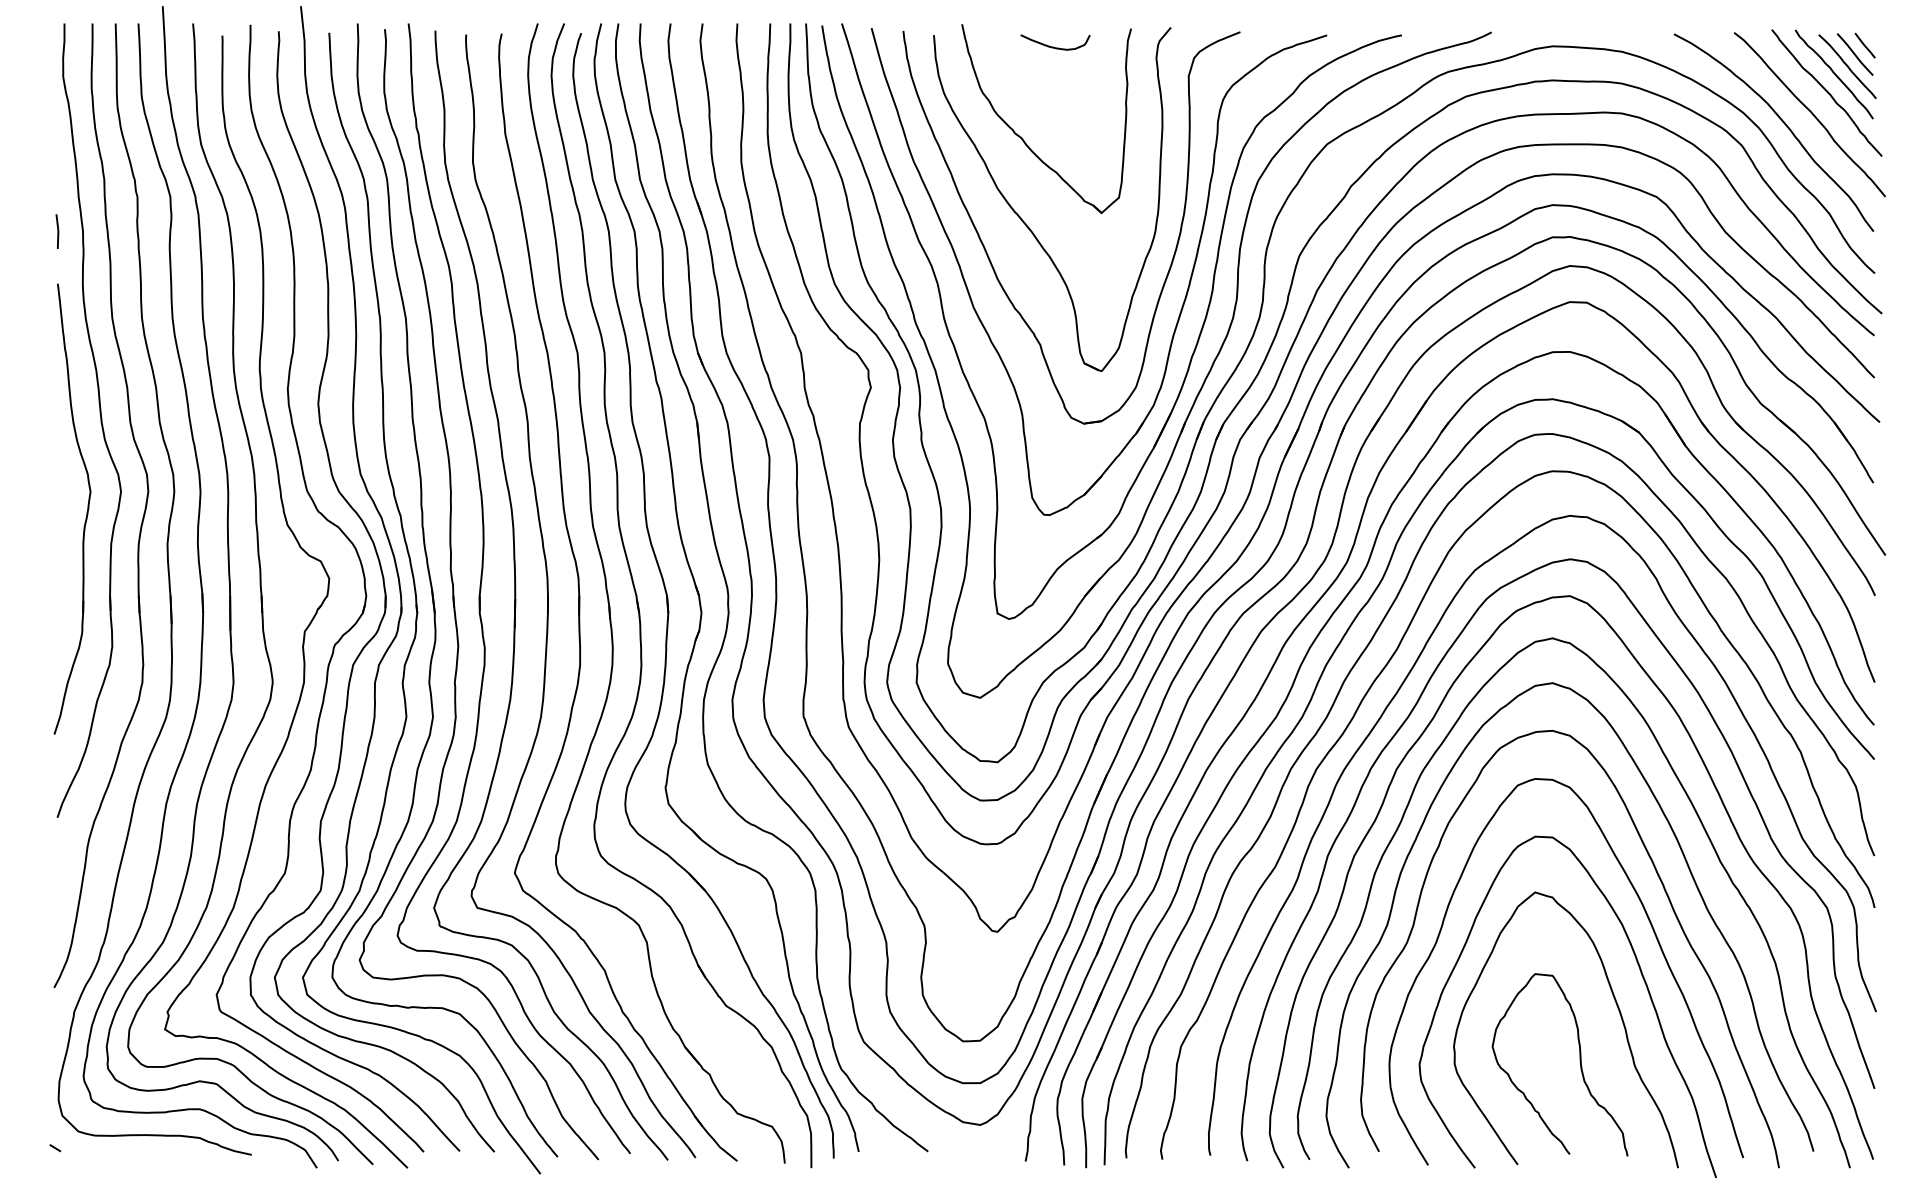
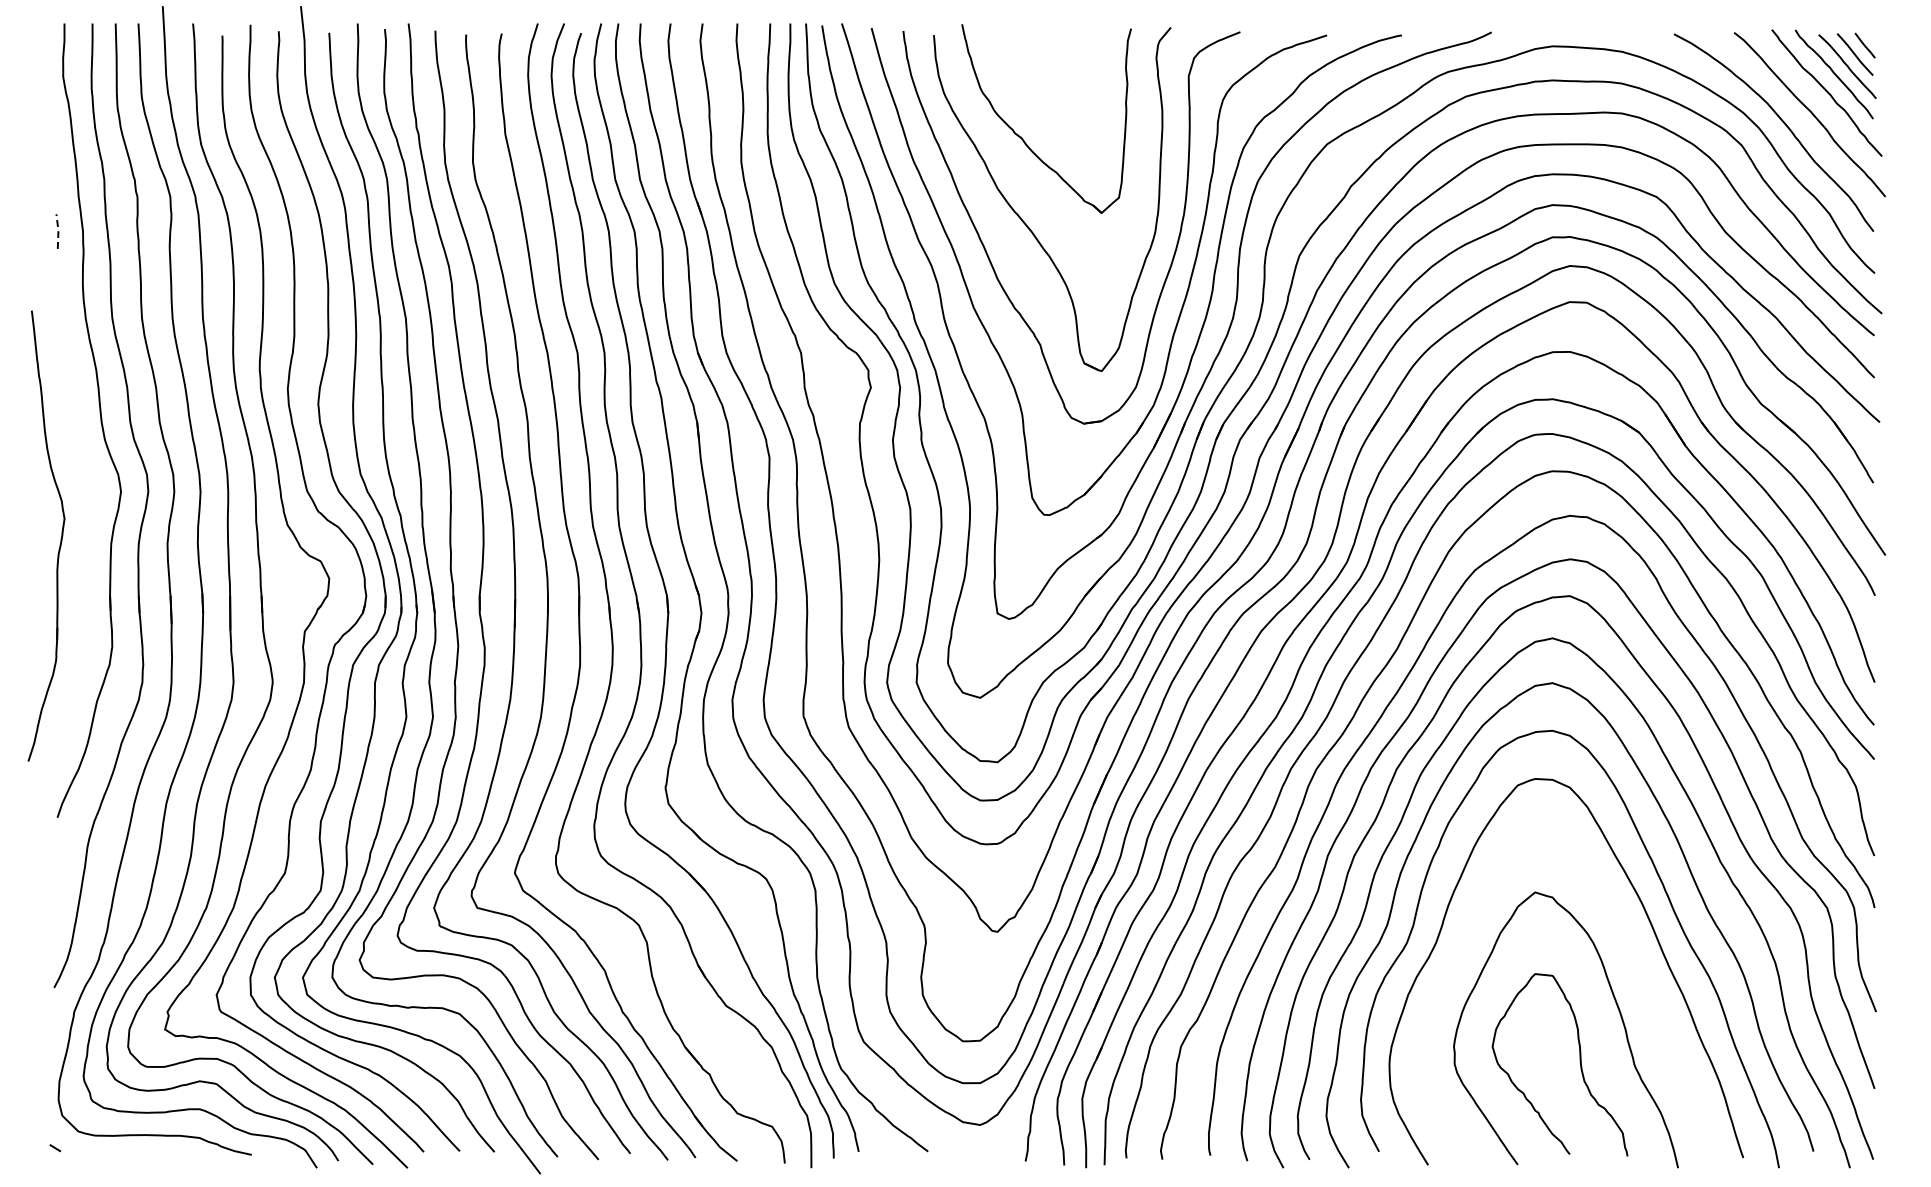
curve at (1053, 46): present -> none
line at (58, 231): solid -> dashed
part at (86, 511) position: (86, 511) -> (60, 538)
curve at (1642, 978): present -> none
